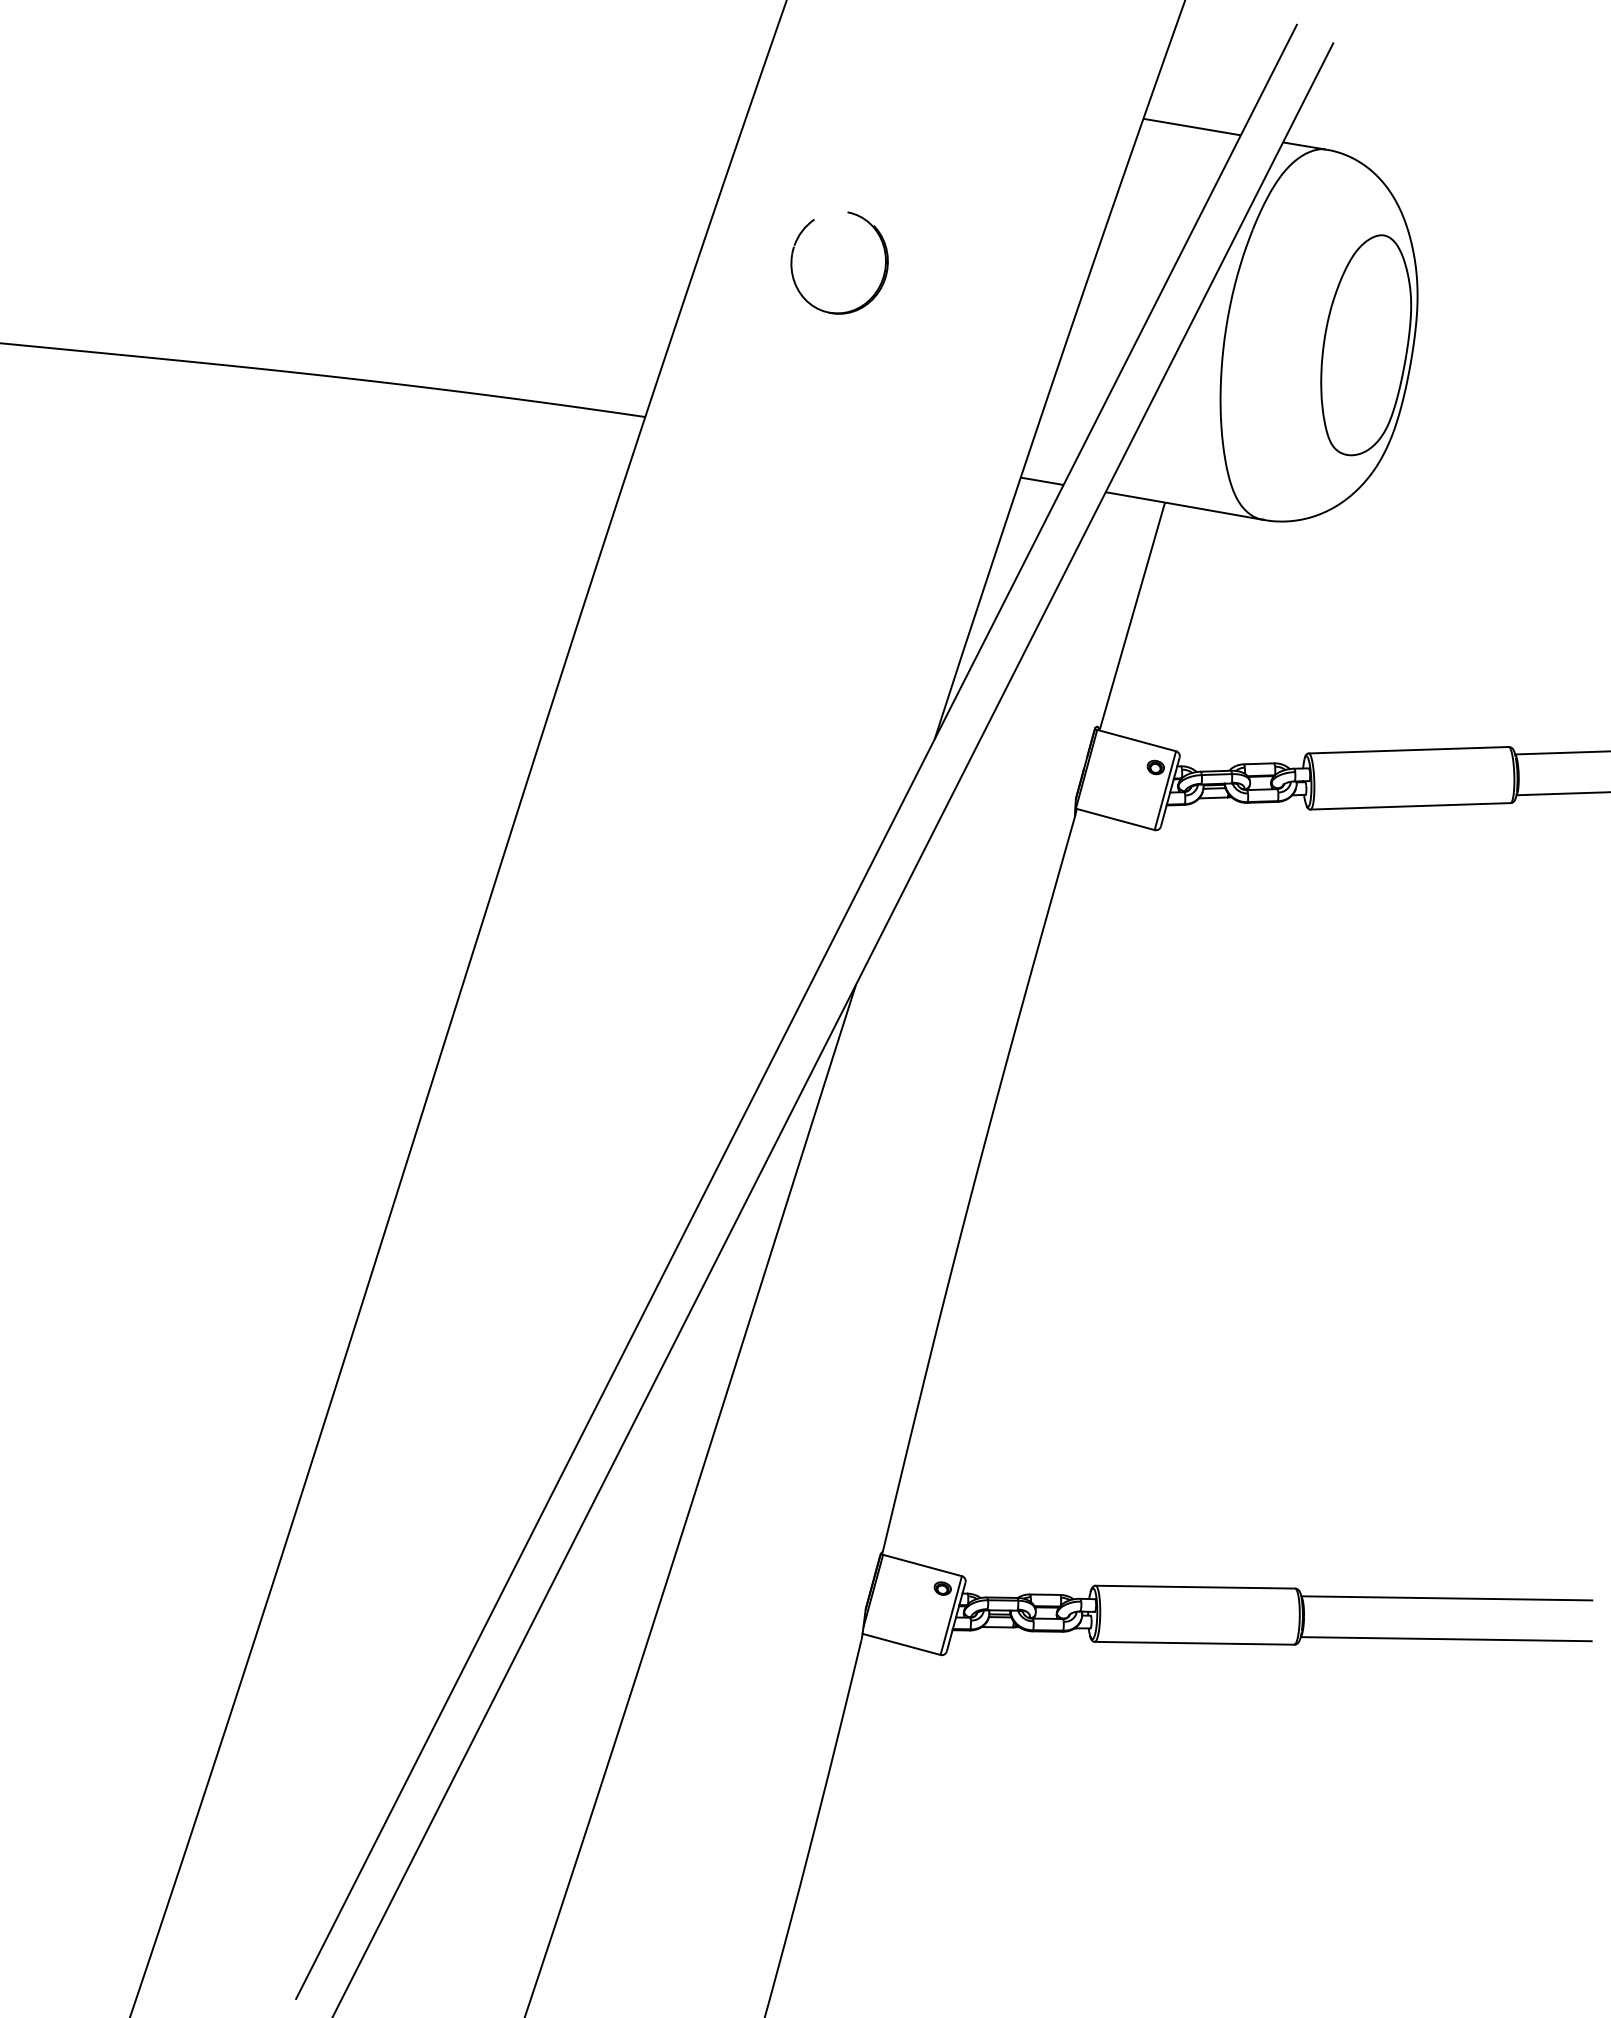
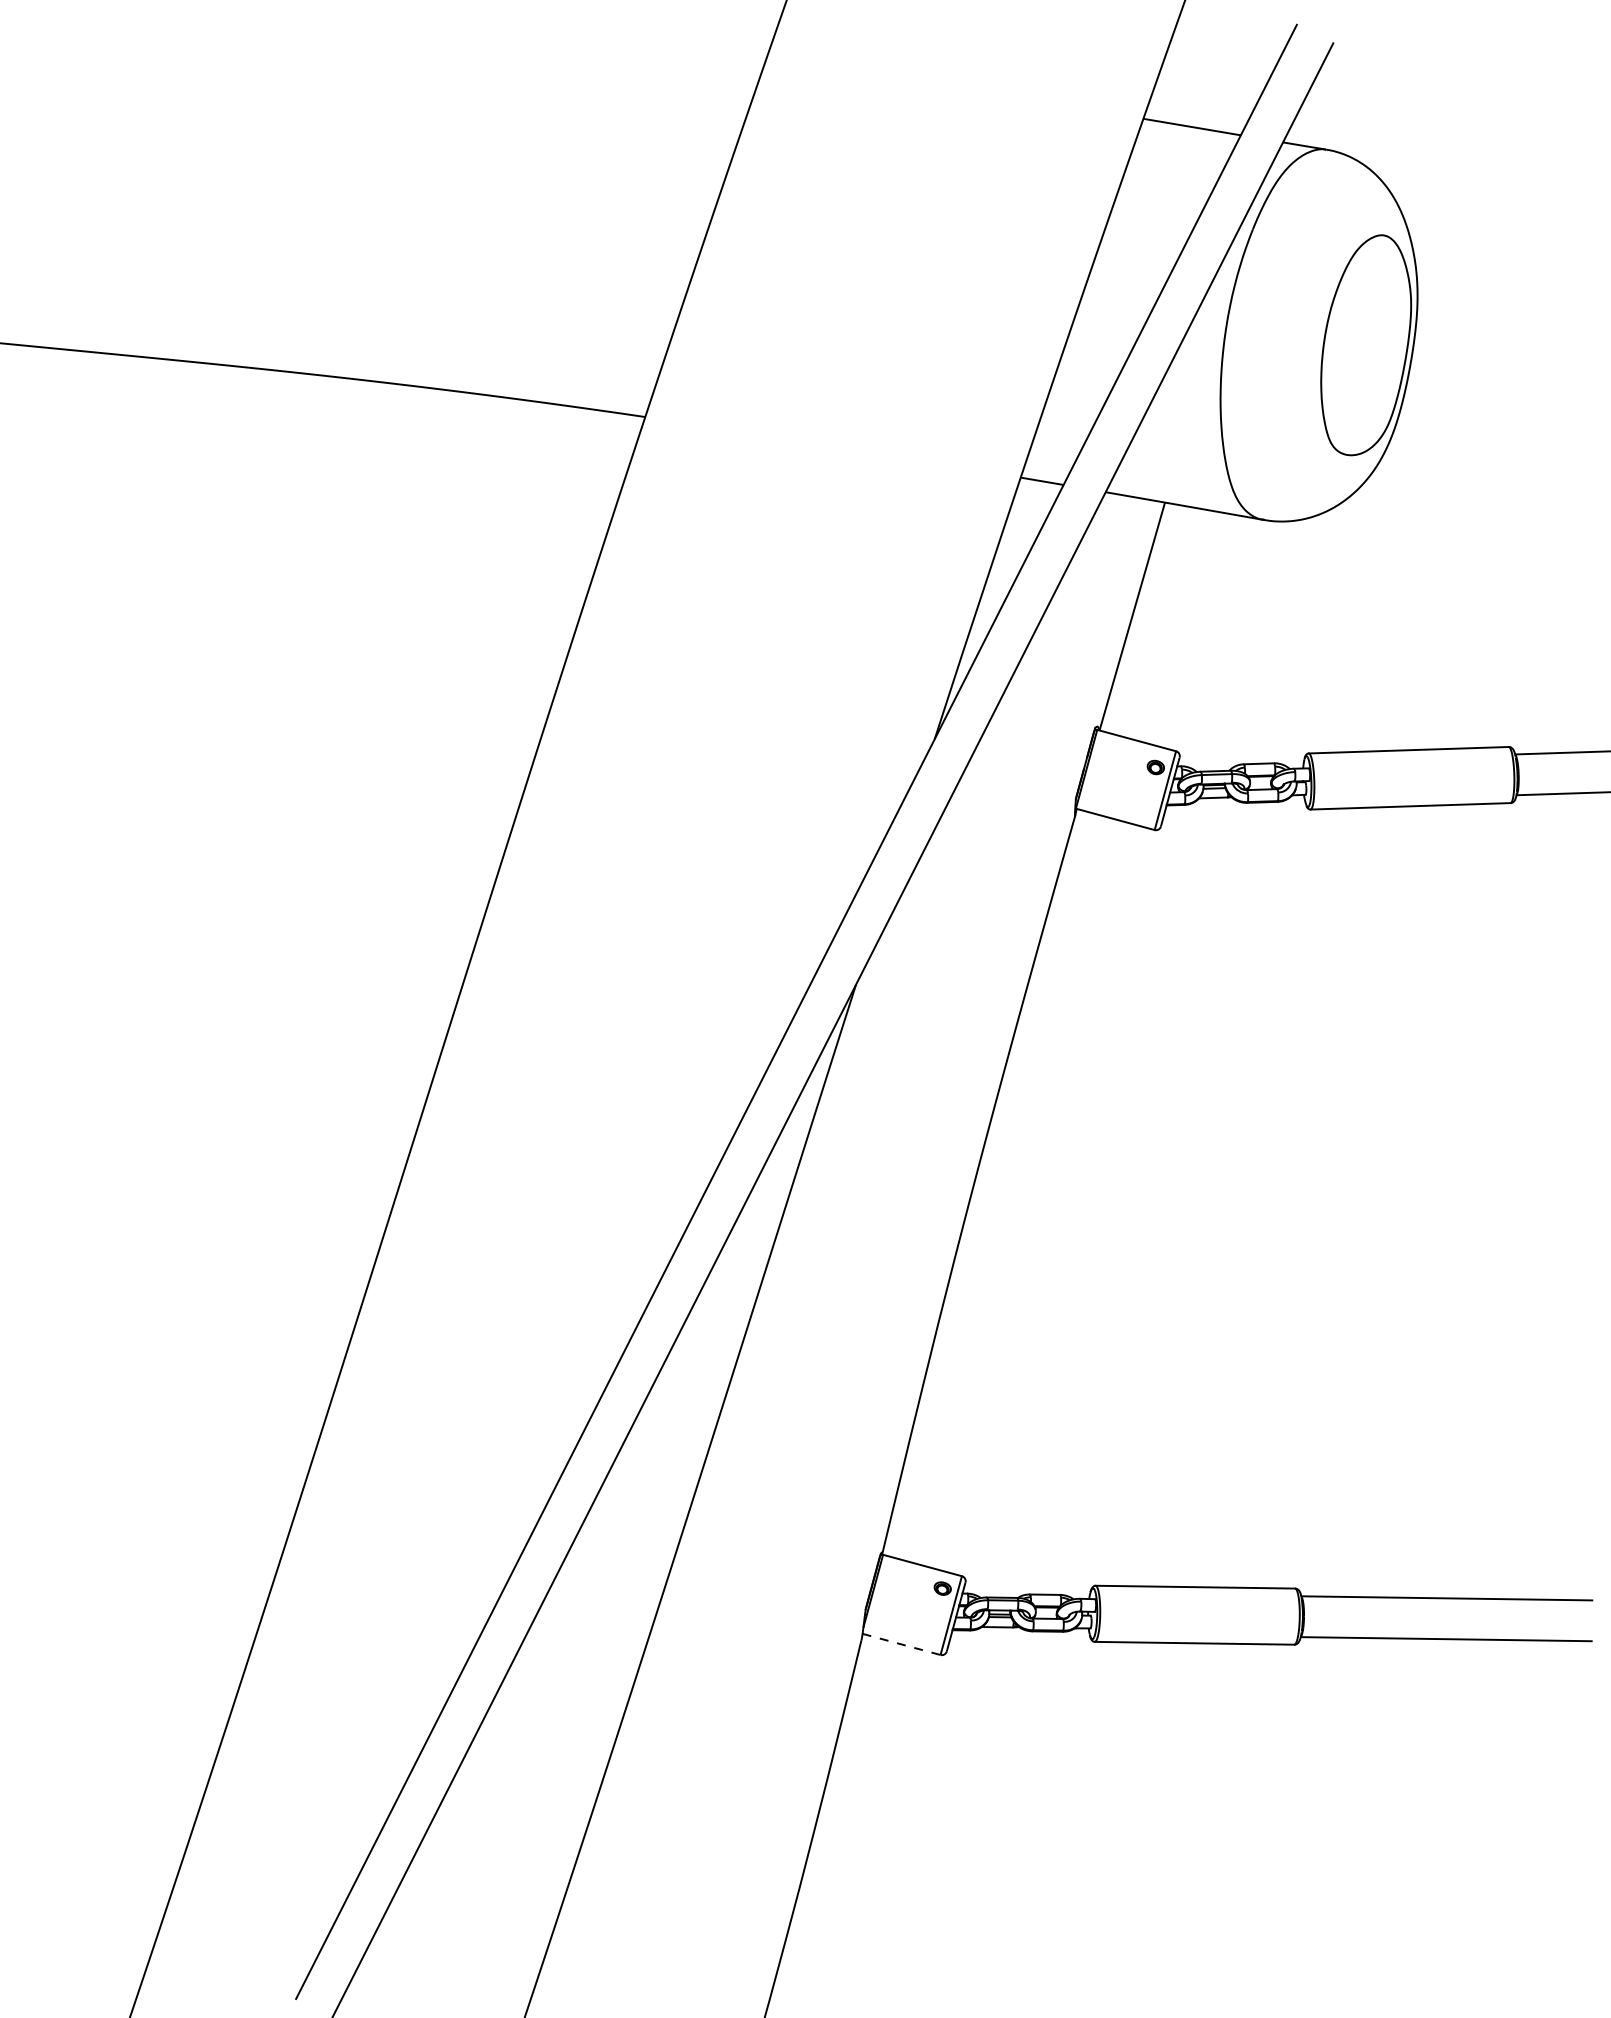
part at (884, 265): present -> none
line at (902, 1644): solid -> dashed
